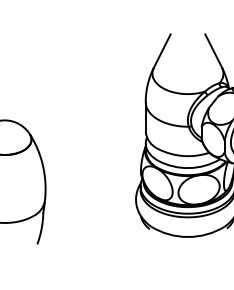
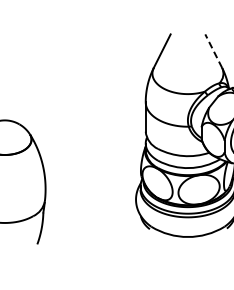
line at (213, 51): solid -> dashed
